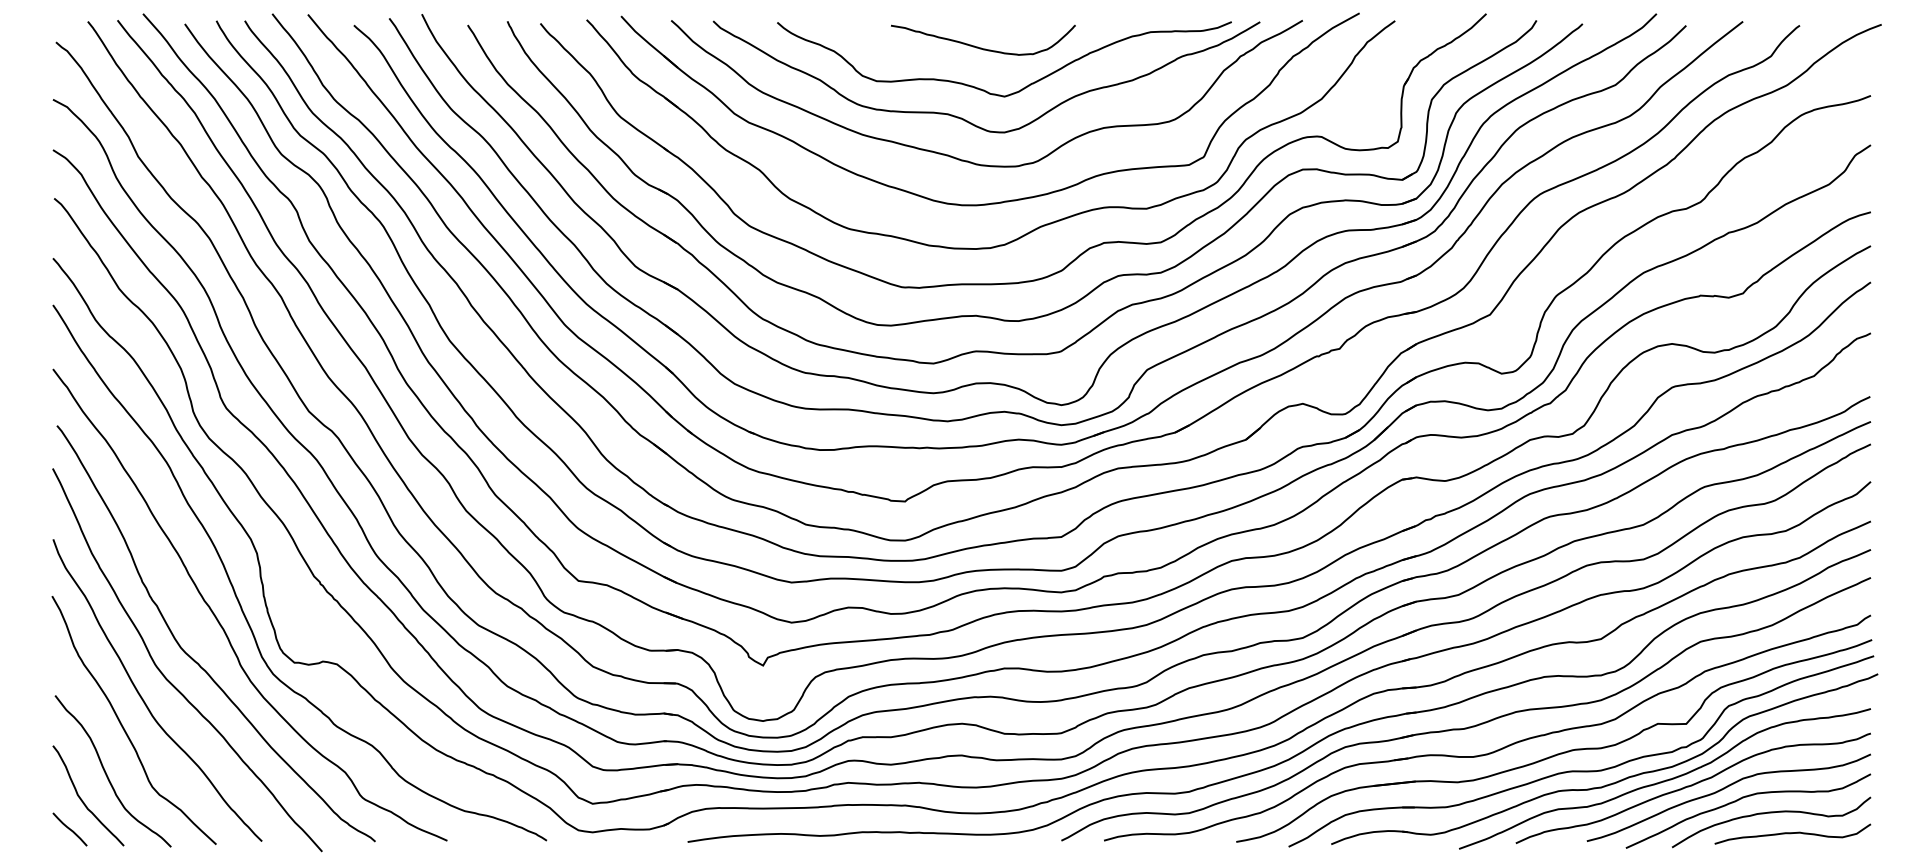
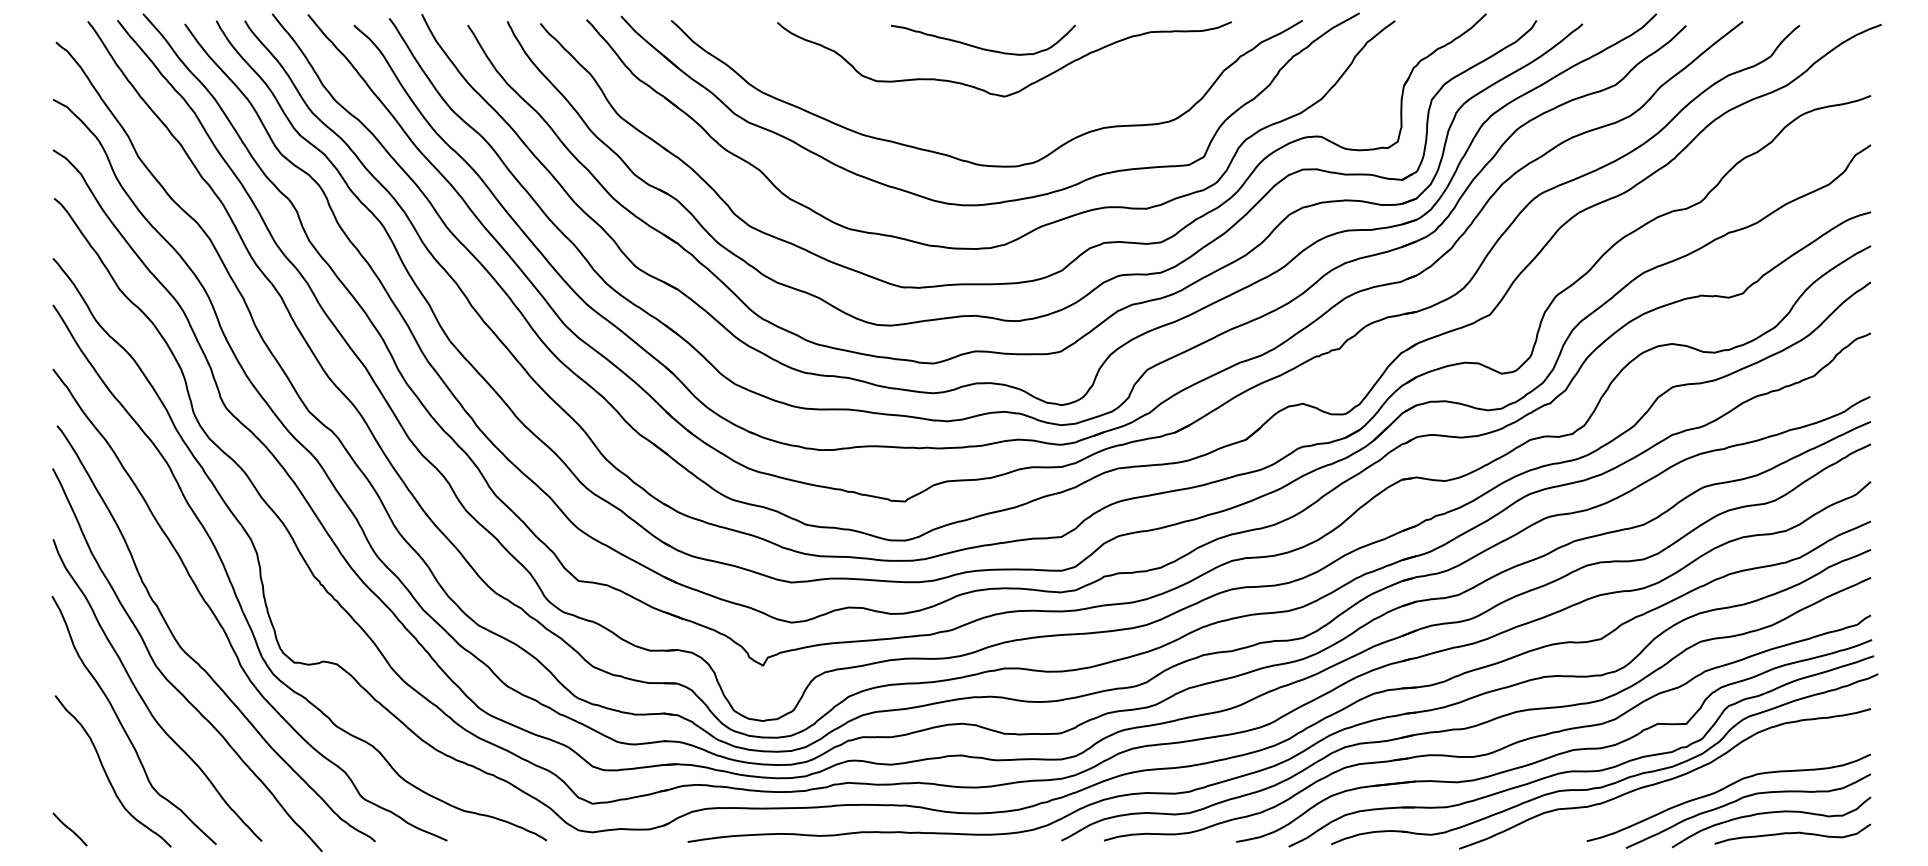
curve at (965, 119): present -> none
curve at (1692, 786): present -> none
curve at (82, 799): present -> none
